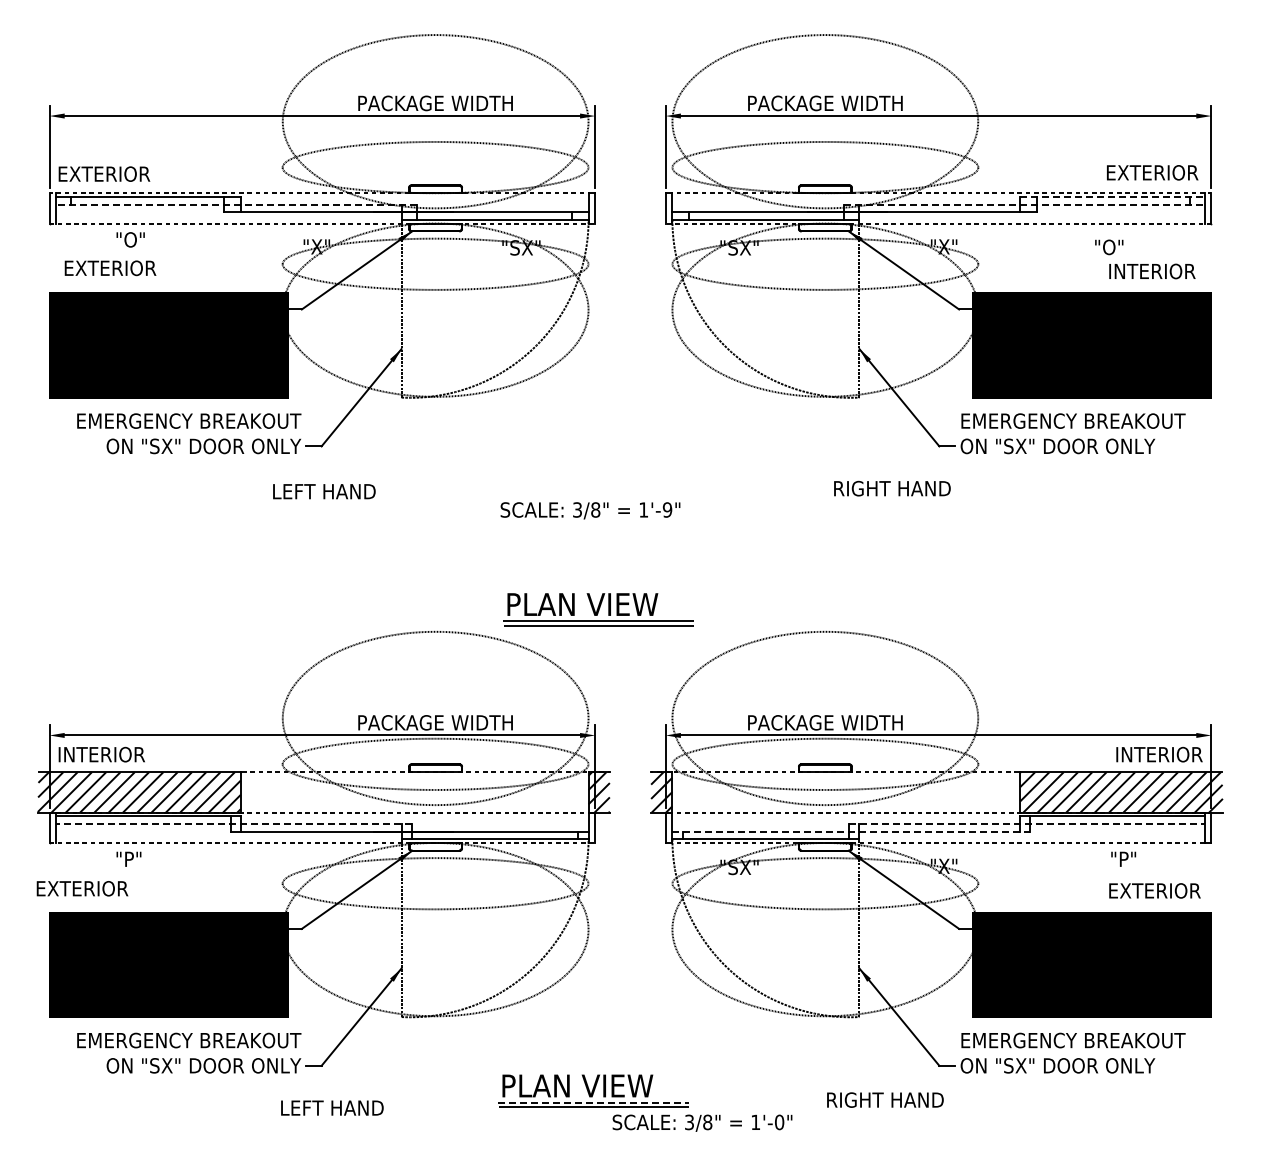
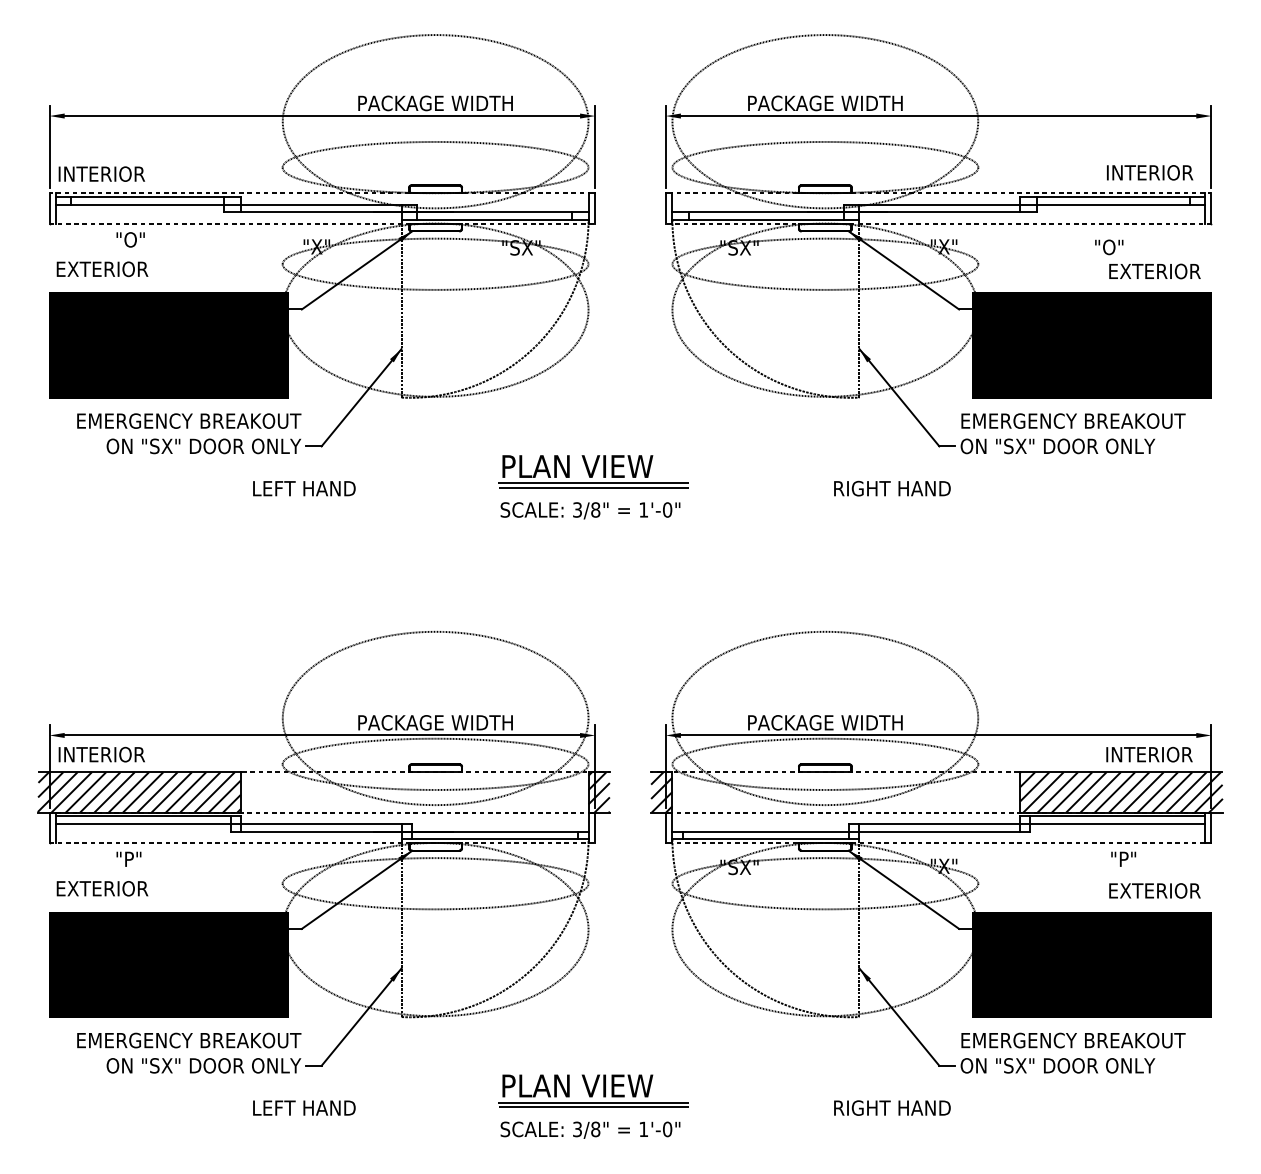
text at (1153, 172): EXTERIOR -> INTERIOR
text at (105, 173): EXTERIOR -> INTERIOR
line at (1113, 197): dashed -> solid
line at (235, 204): dashed -> solid
line at (1025, 204): dashed -> solid
text at (110, 268) position: (110, 268) -> (102, 269)
text at (1155, 271): INTERIOR -> EXTERIOR
text at (324, 491) position: (324, 491) -> (304, 488)
text at (667, 509): 1'-9" -> 1'-0"
part at (598, 609) position: (598, 609) -> (593, 471)
text at (1159, 754) position: (1159, 754) -> (1149, 754)
line at (233, 824): dashed -> solid
line at (1027, 824): dashed -> solid
line at (851, 831): dashed -> solid
text at (82, 888) position: (82, 888) -> (102, 888)
text at (885, 1099) position: (885, 1099) -> (892, 1107)
line at (594, 1102): dashed -> solid
text at (332, 1107) position: (332, 1107) -> (304, 1107)
text at (702, 1122) position: (702, 1122) -> (590, 1129)
